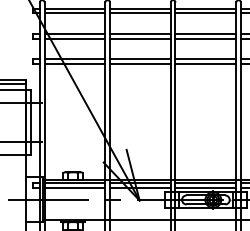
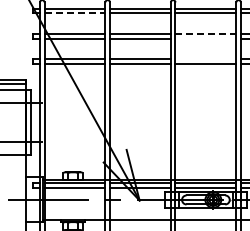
line at (75, 13): solid -> dashed
line at (206, 33): solid -> dashed
line at (205, 38): present -> none
line at (205, 59): present -> none
